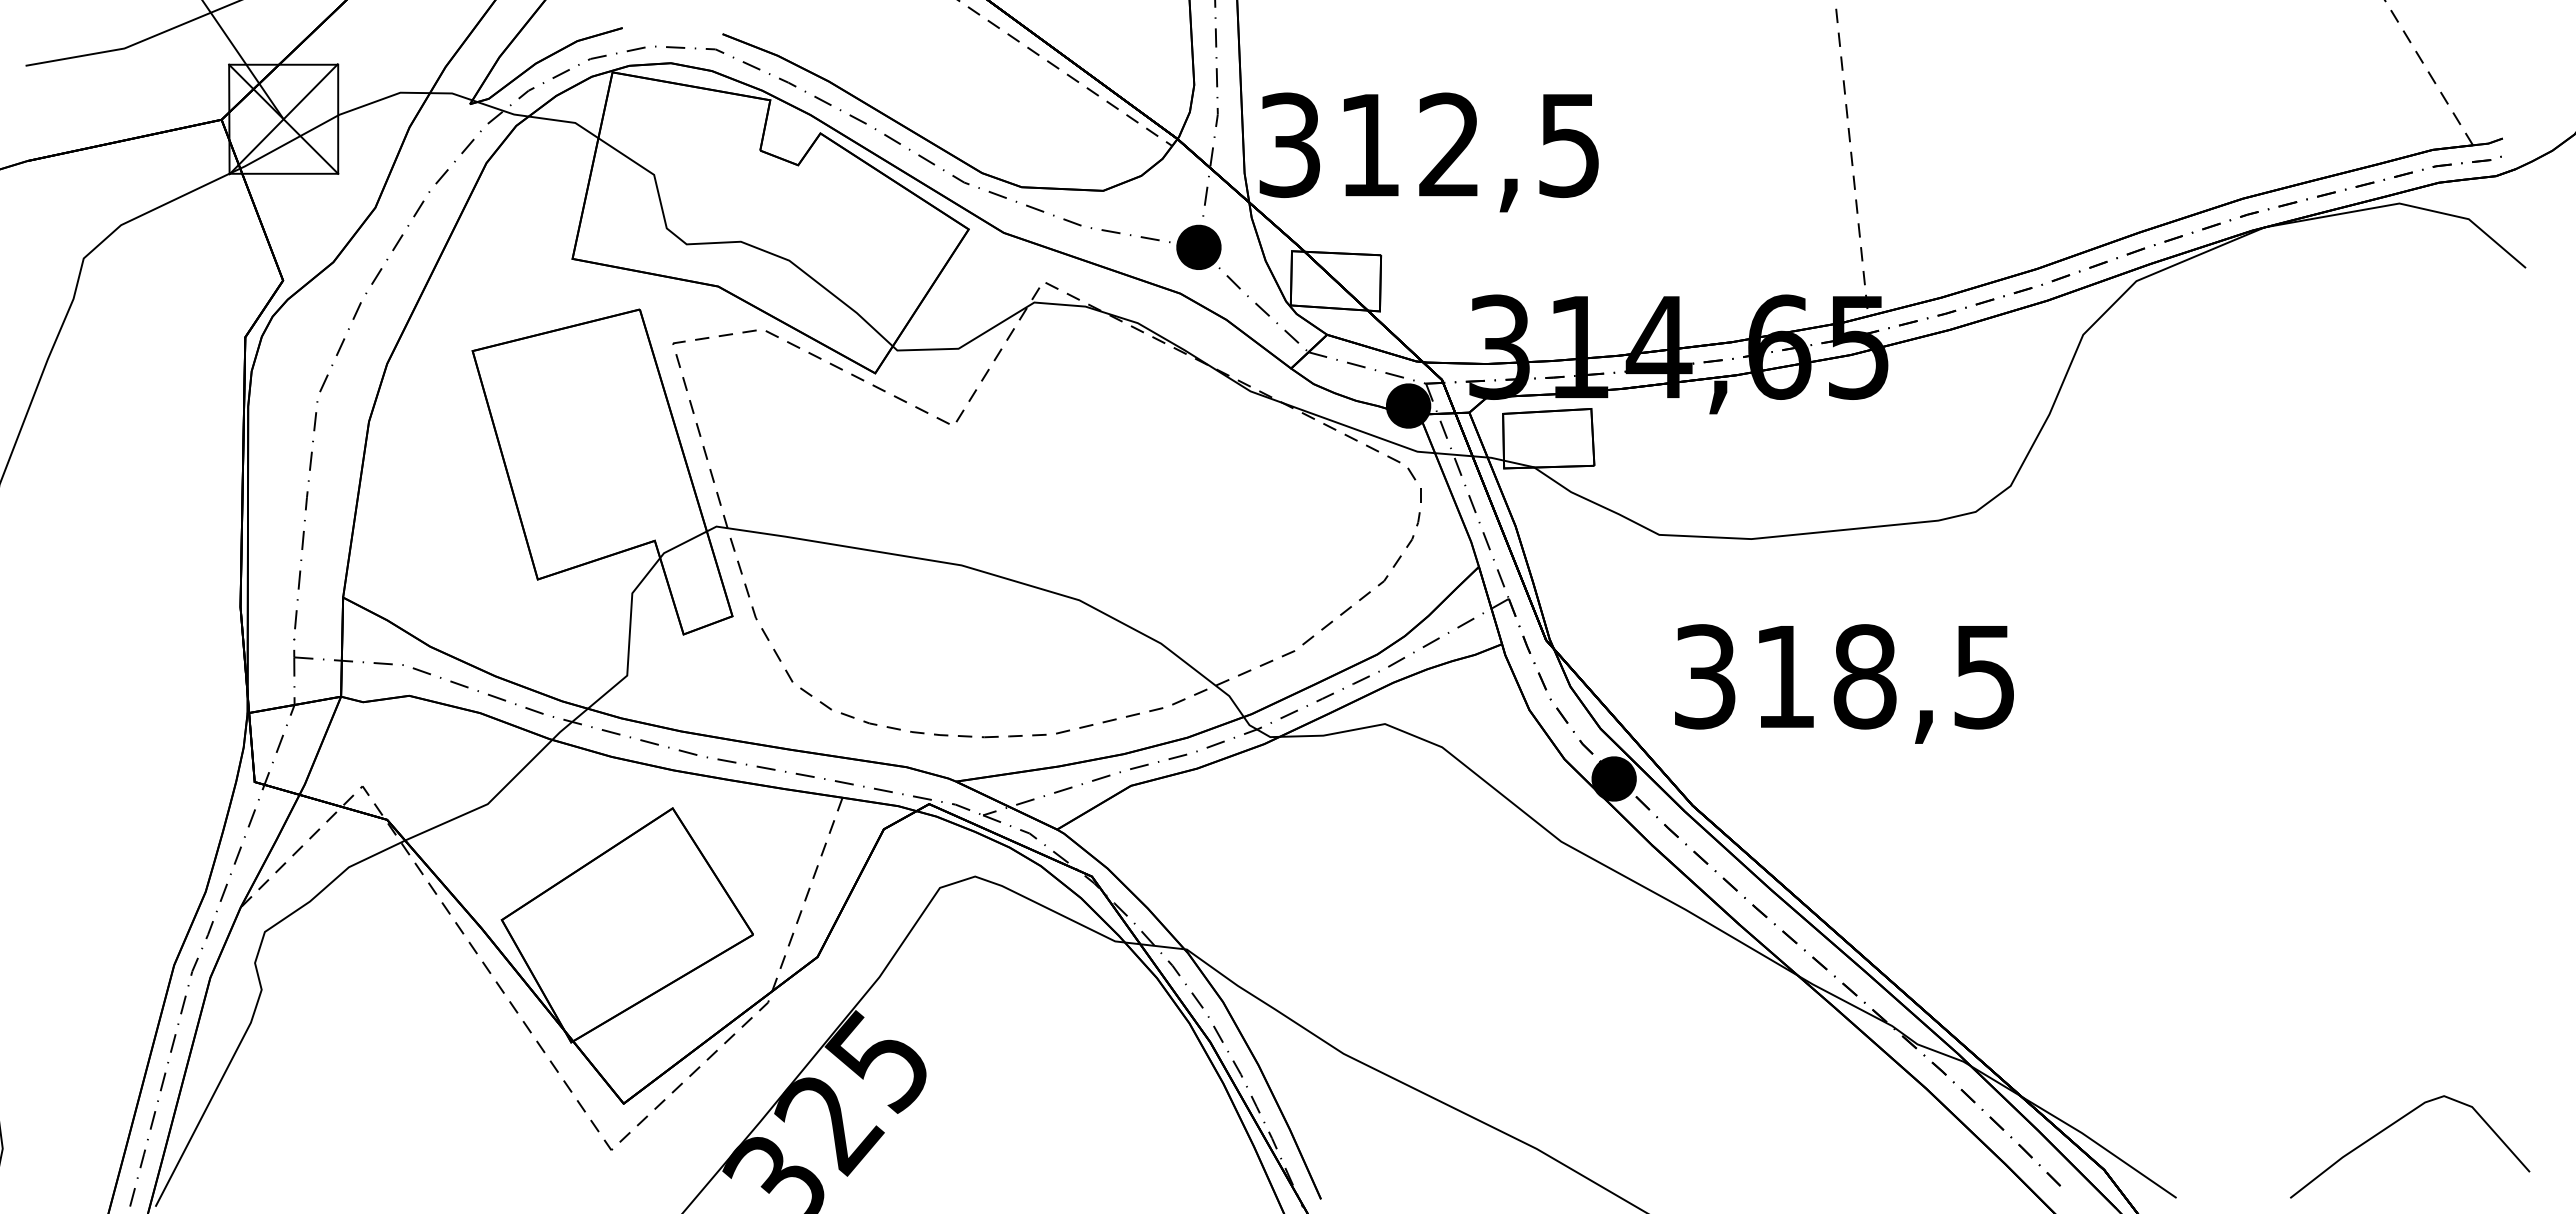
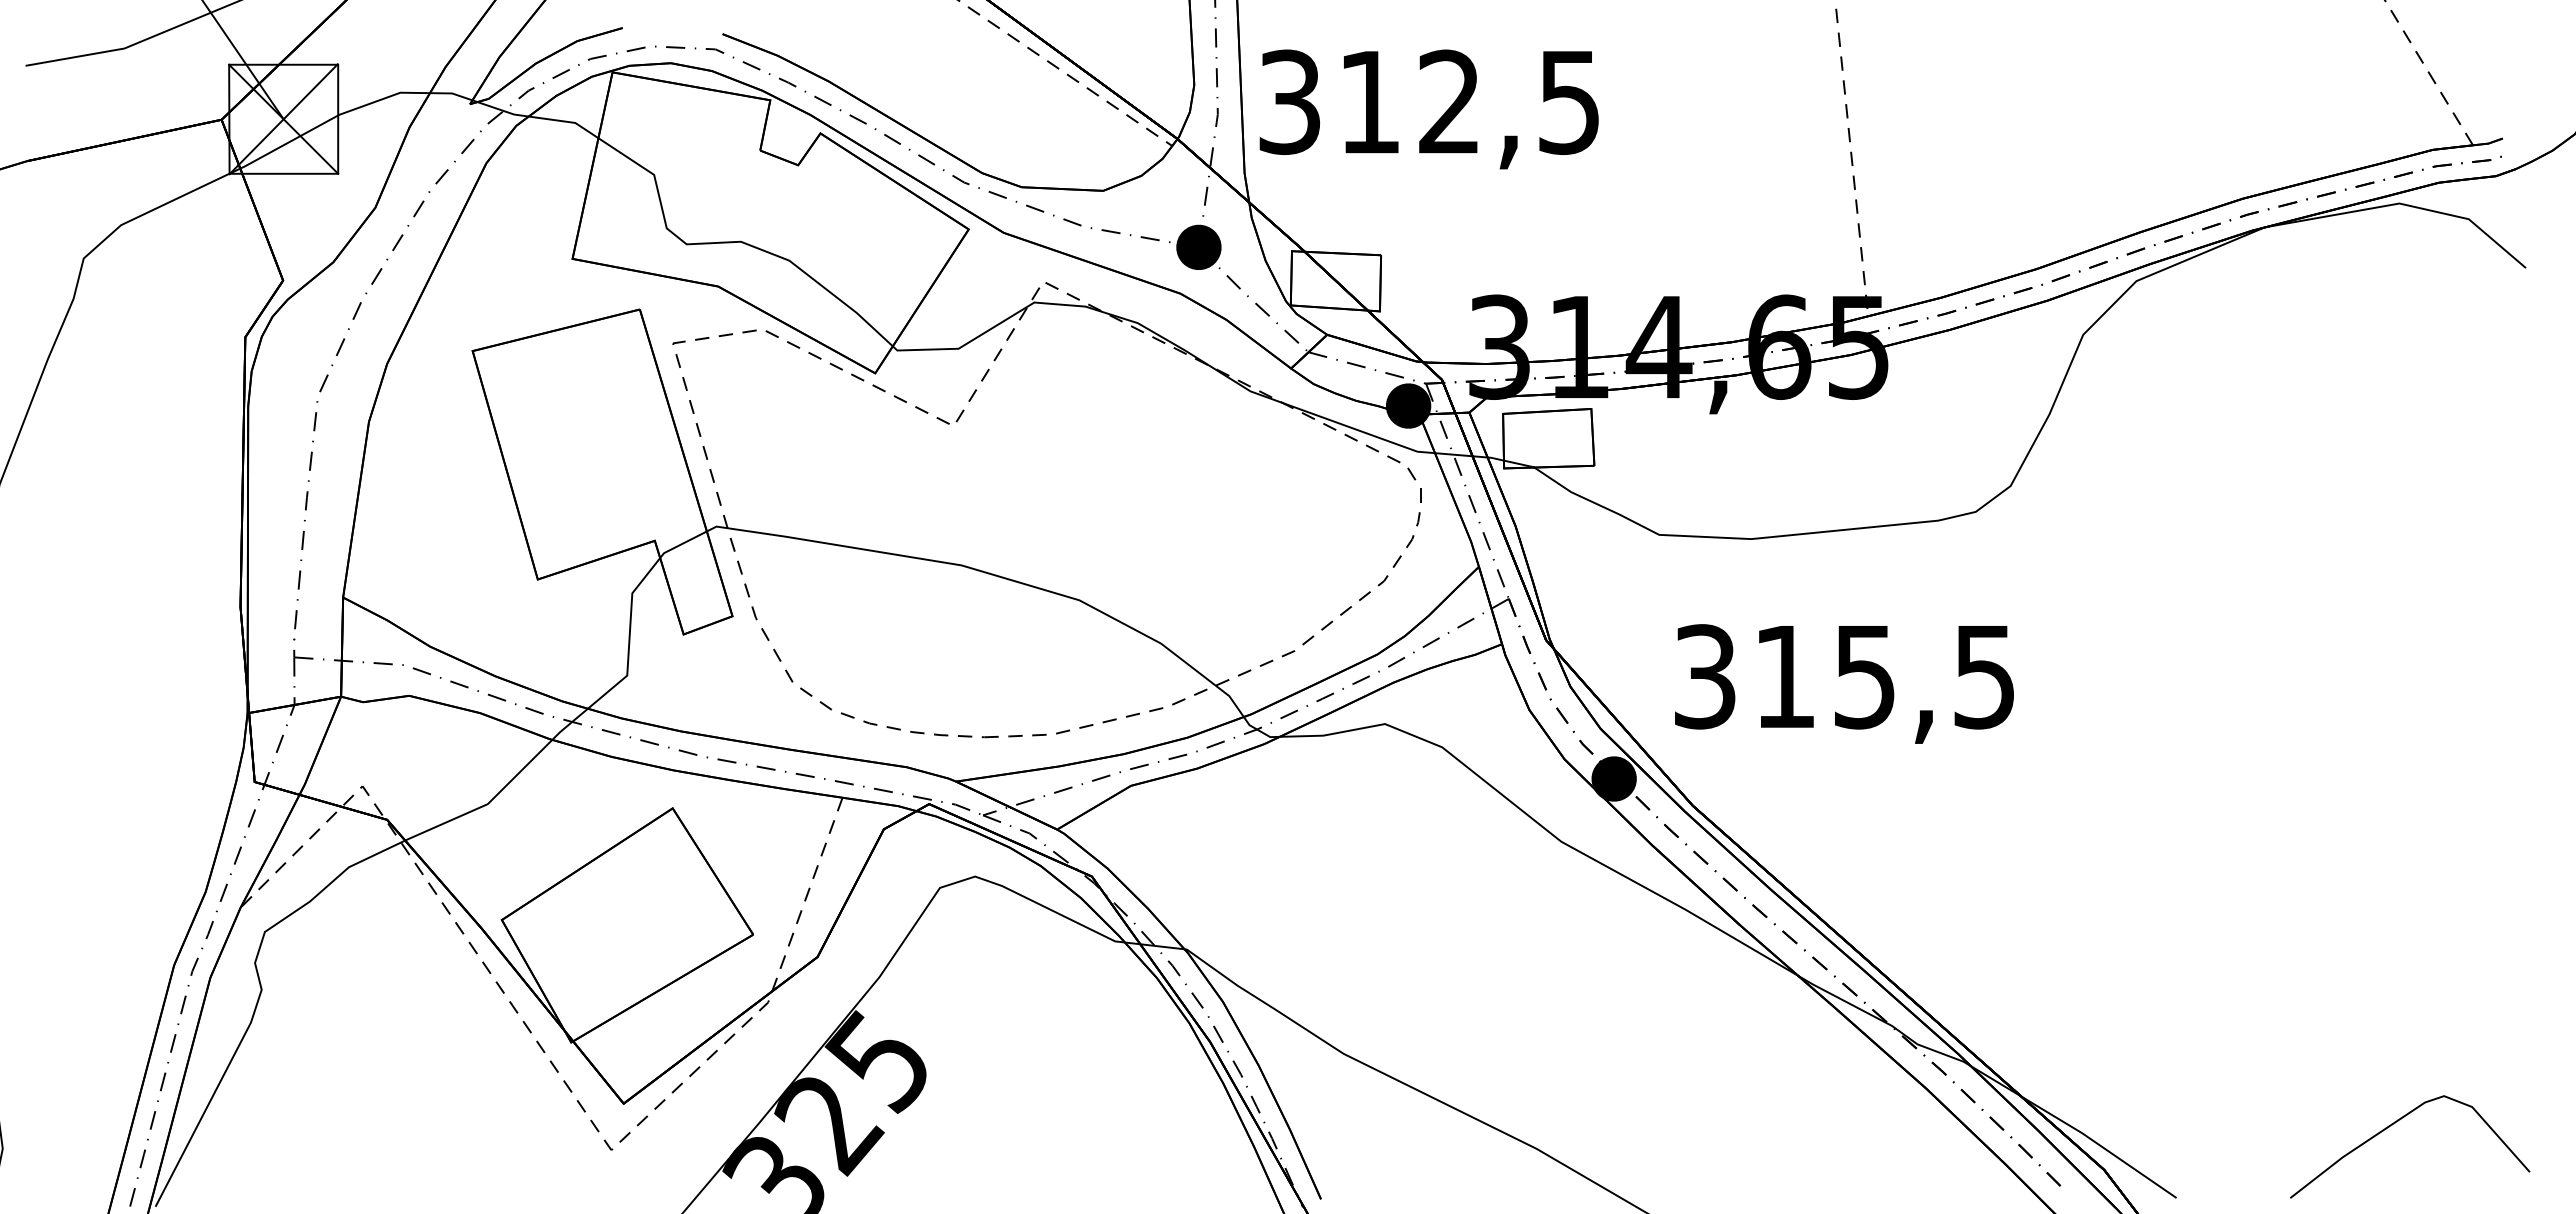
text at (1428, 152) position: (1428, 152) -> (1428, 109)
text at (1864, 676): 318,5 -> 315,5
